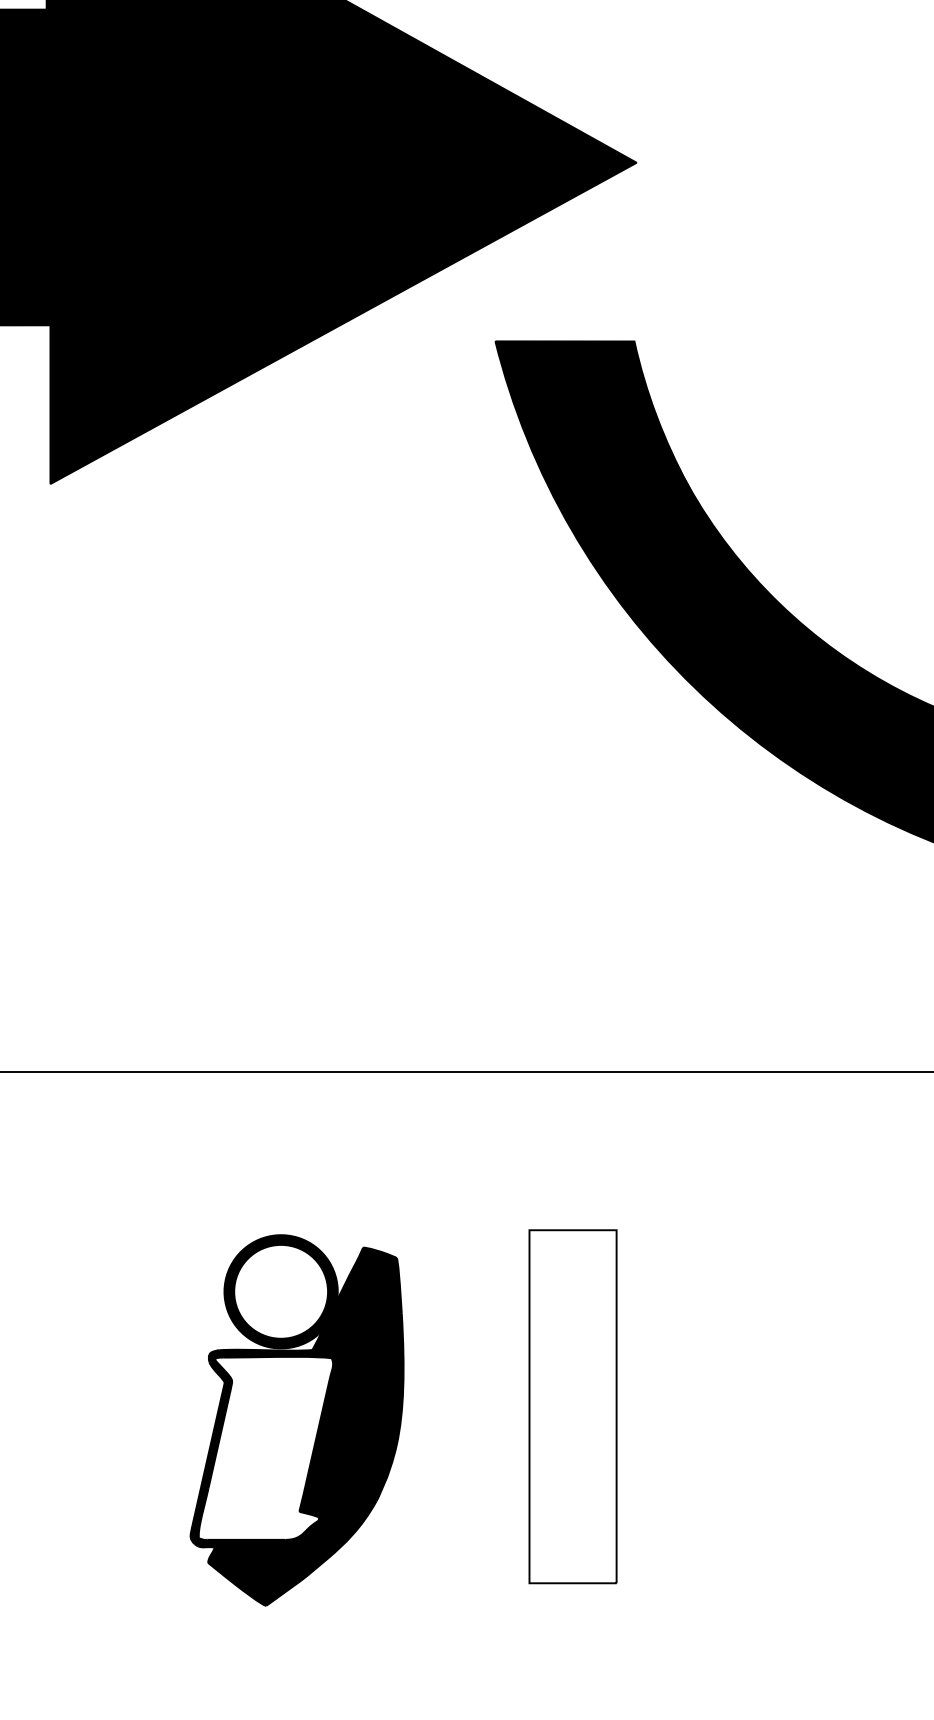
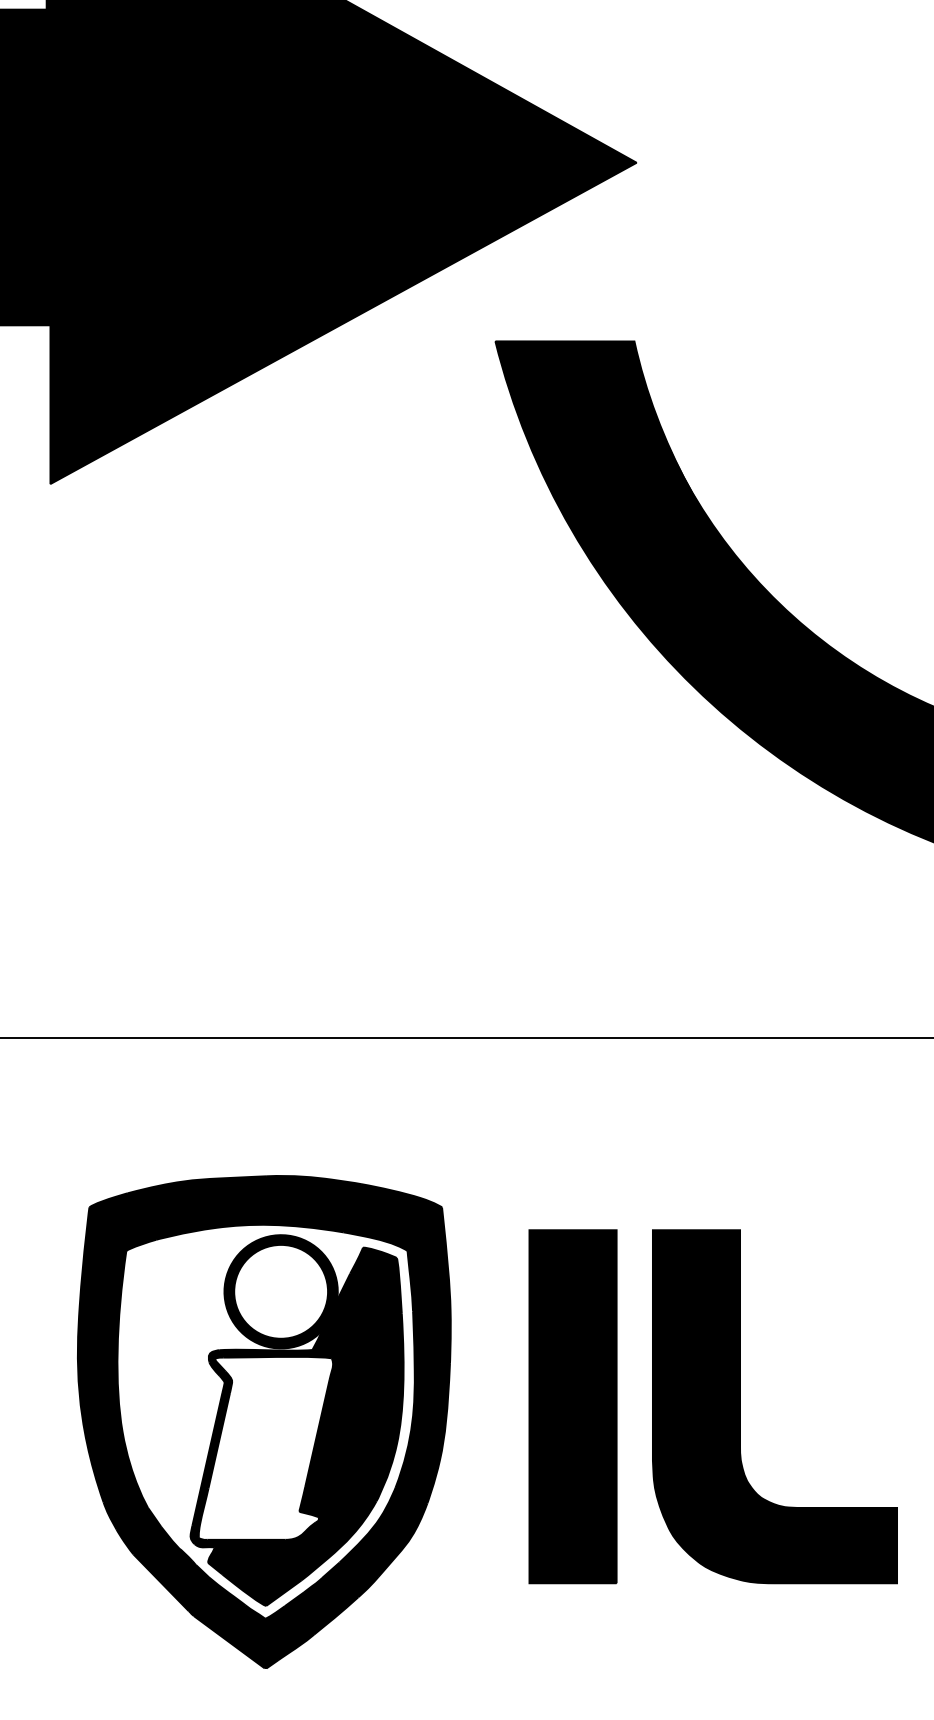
line at (466, 1072) position: (466, 1072) -> (466, 1038)
fill at (572, 1406): none -> present
part at (740, 1406): none -> present
part at (264, 1421): none -> present
